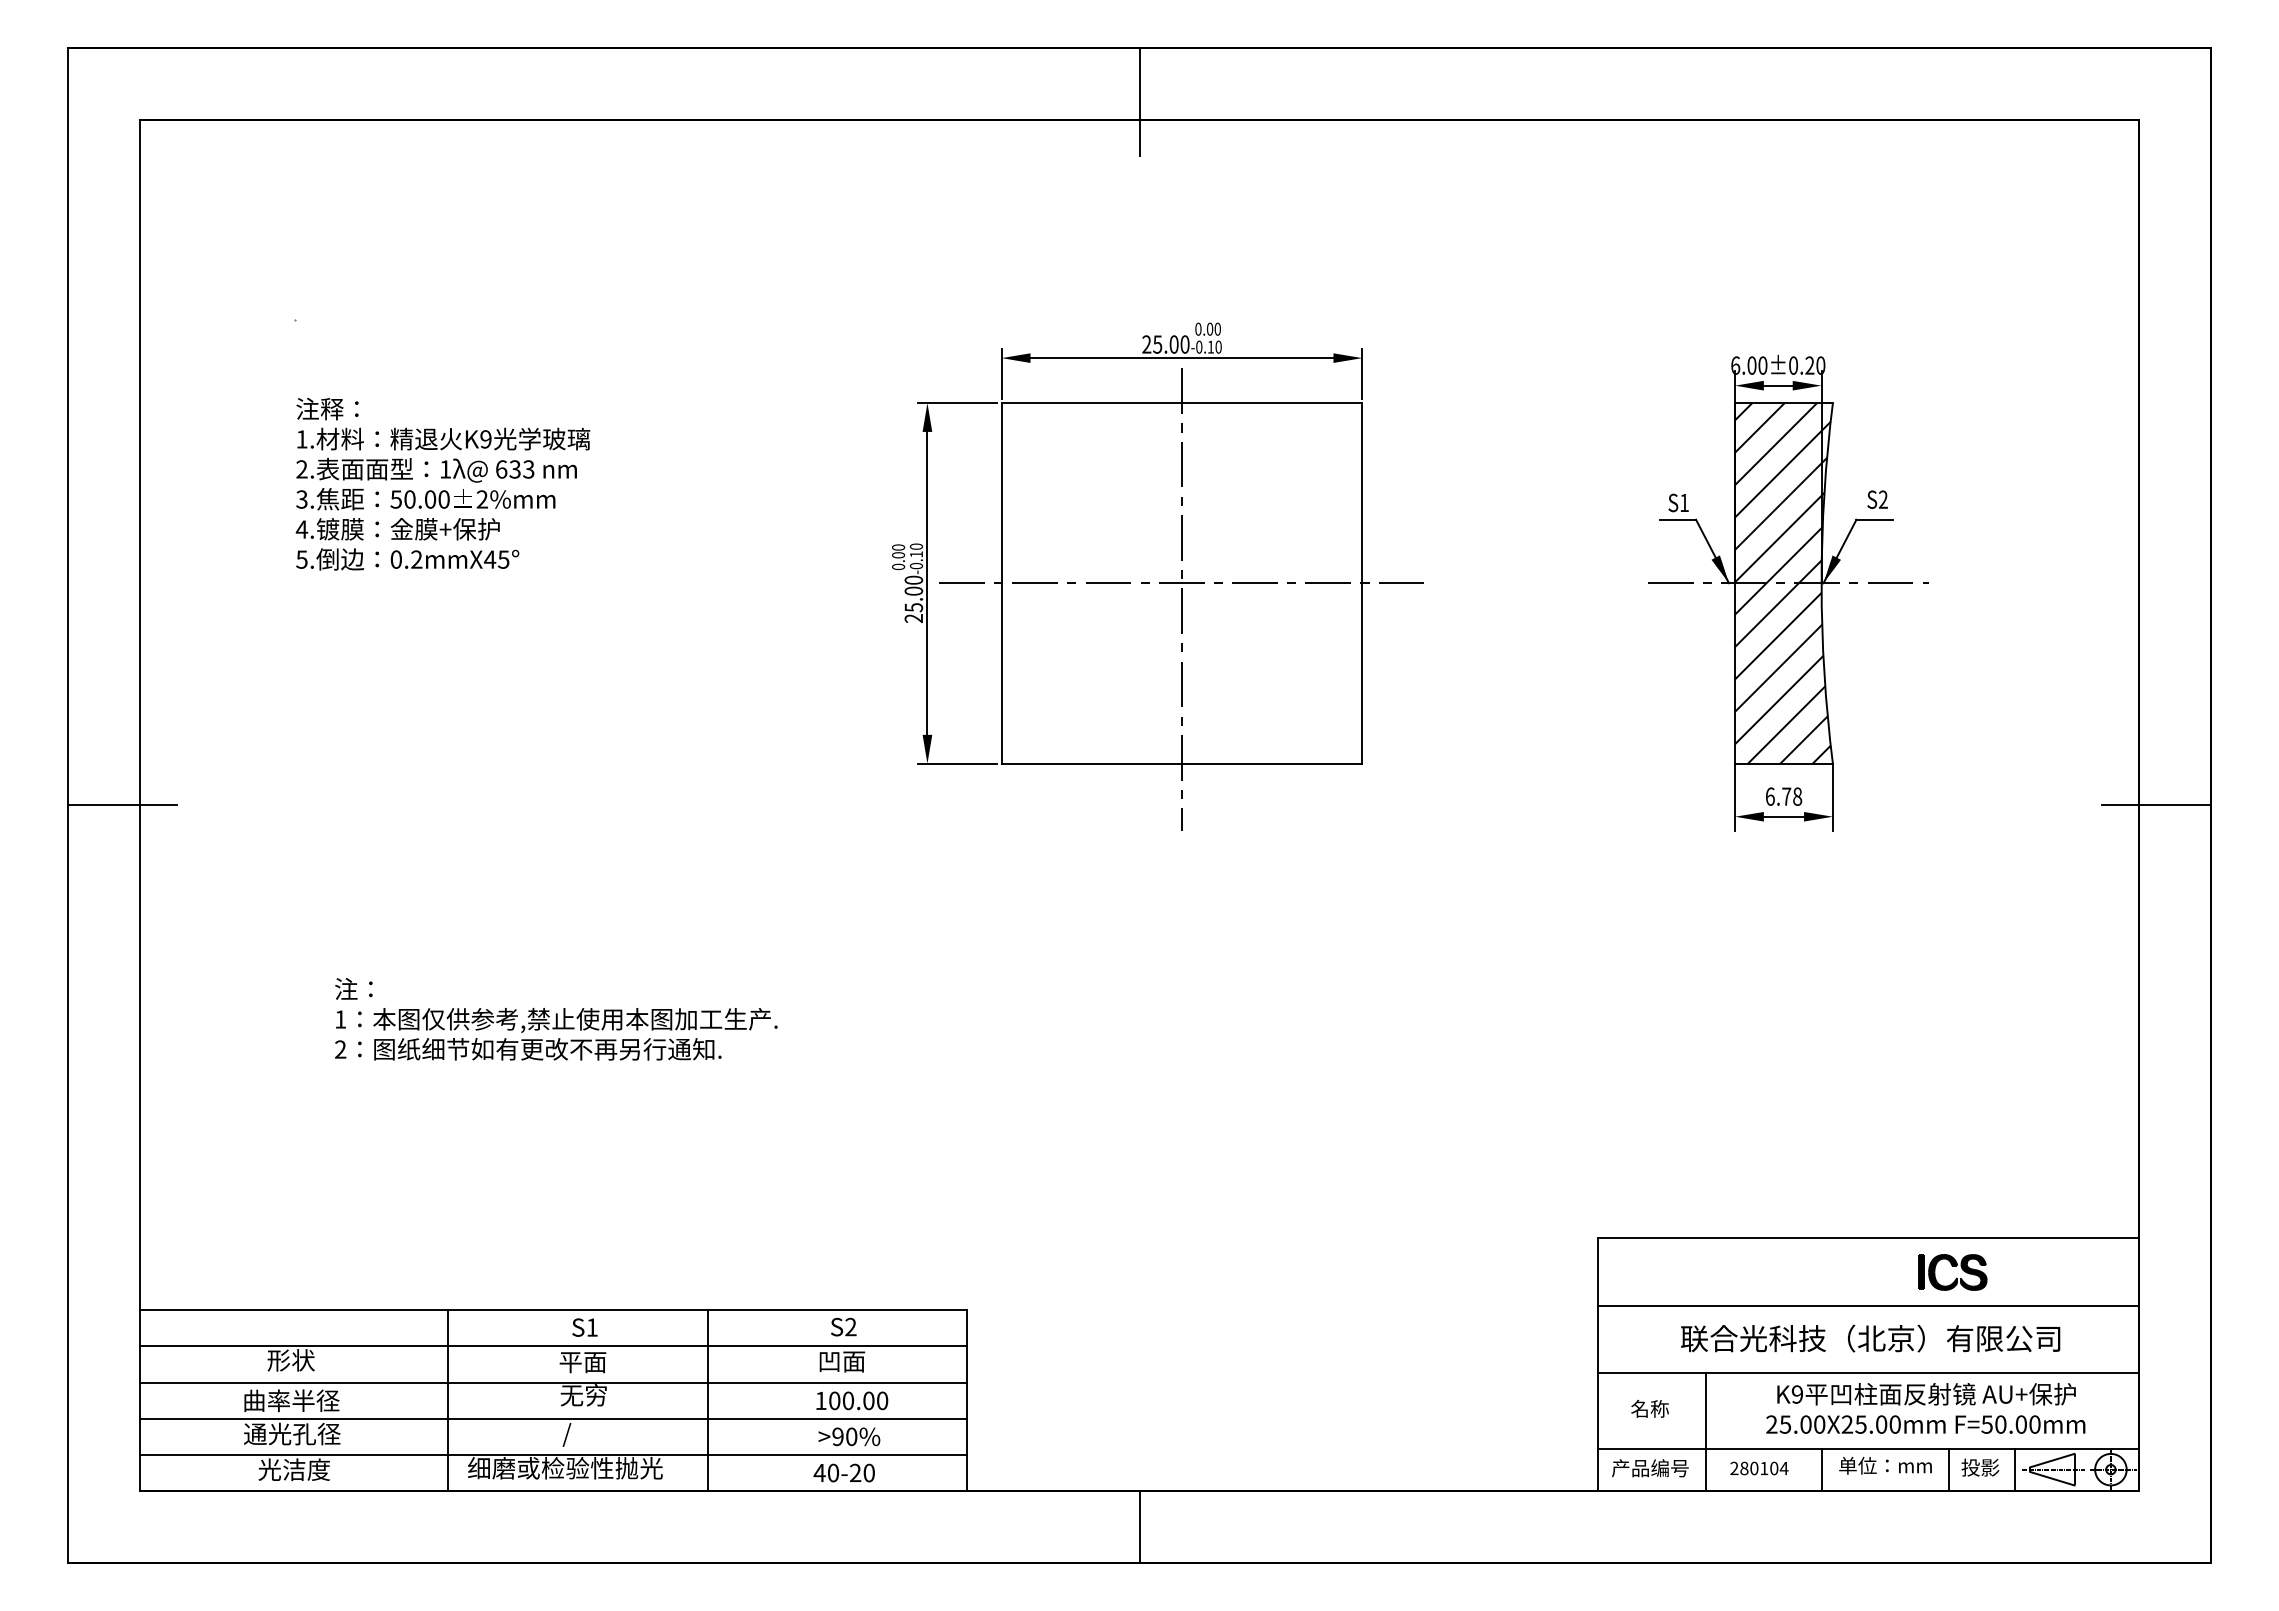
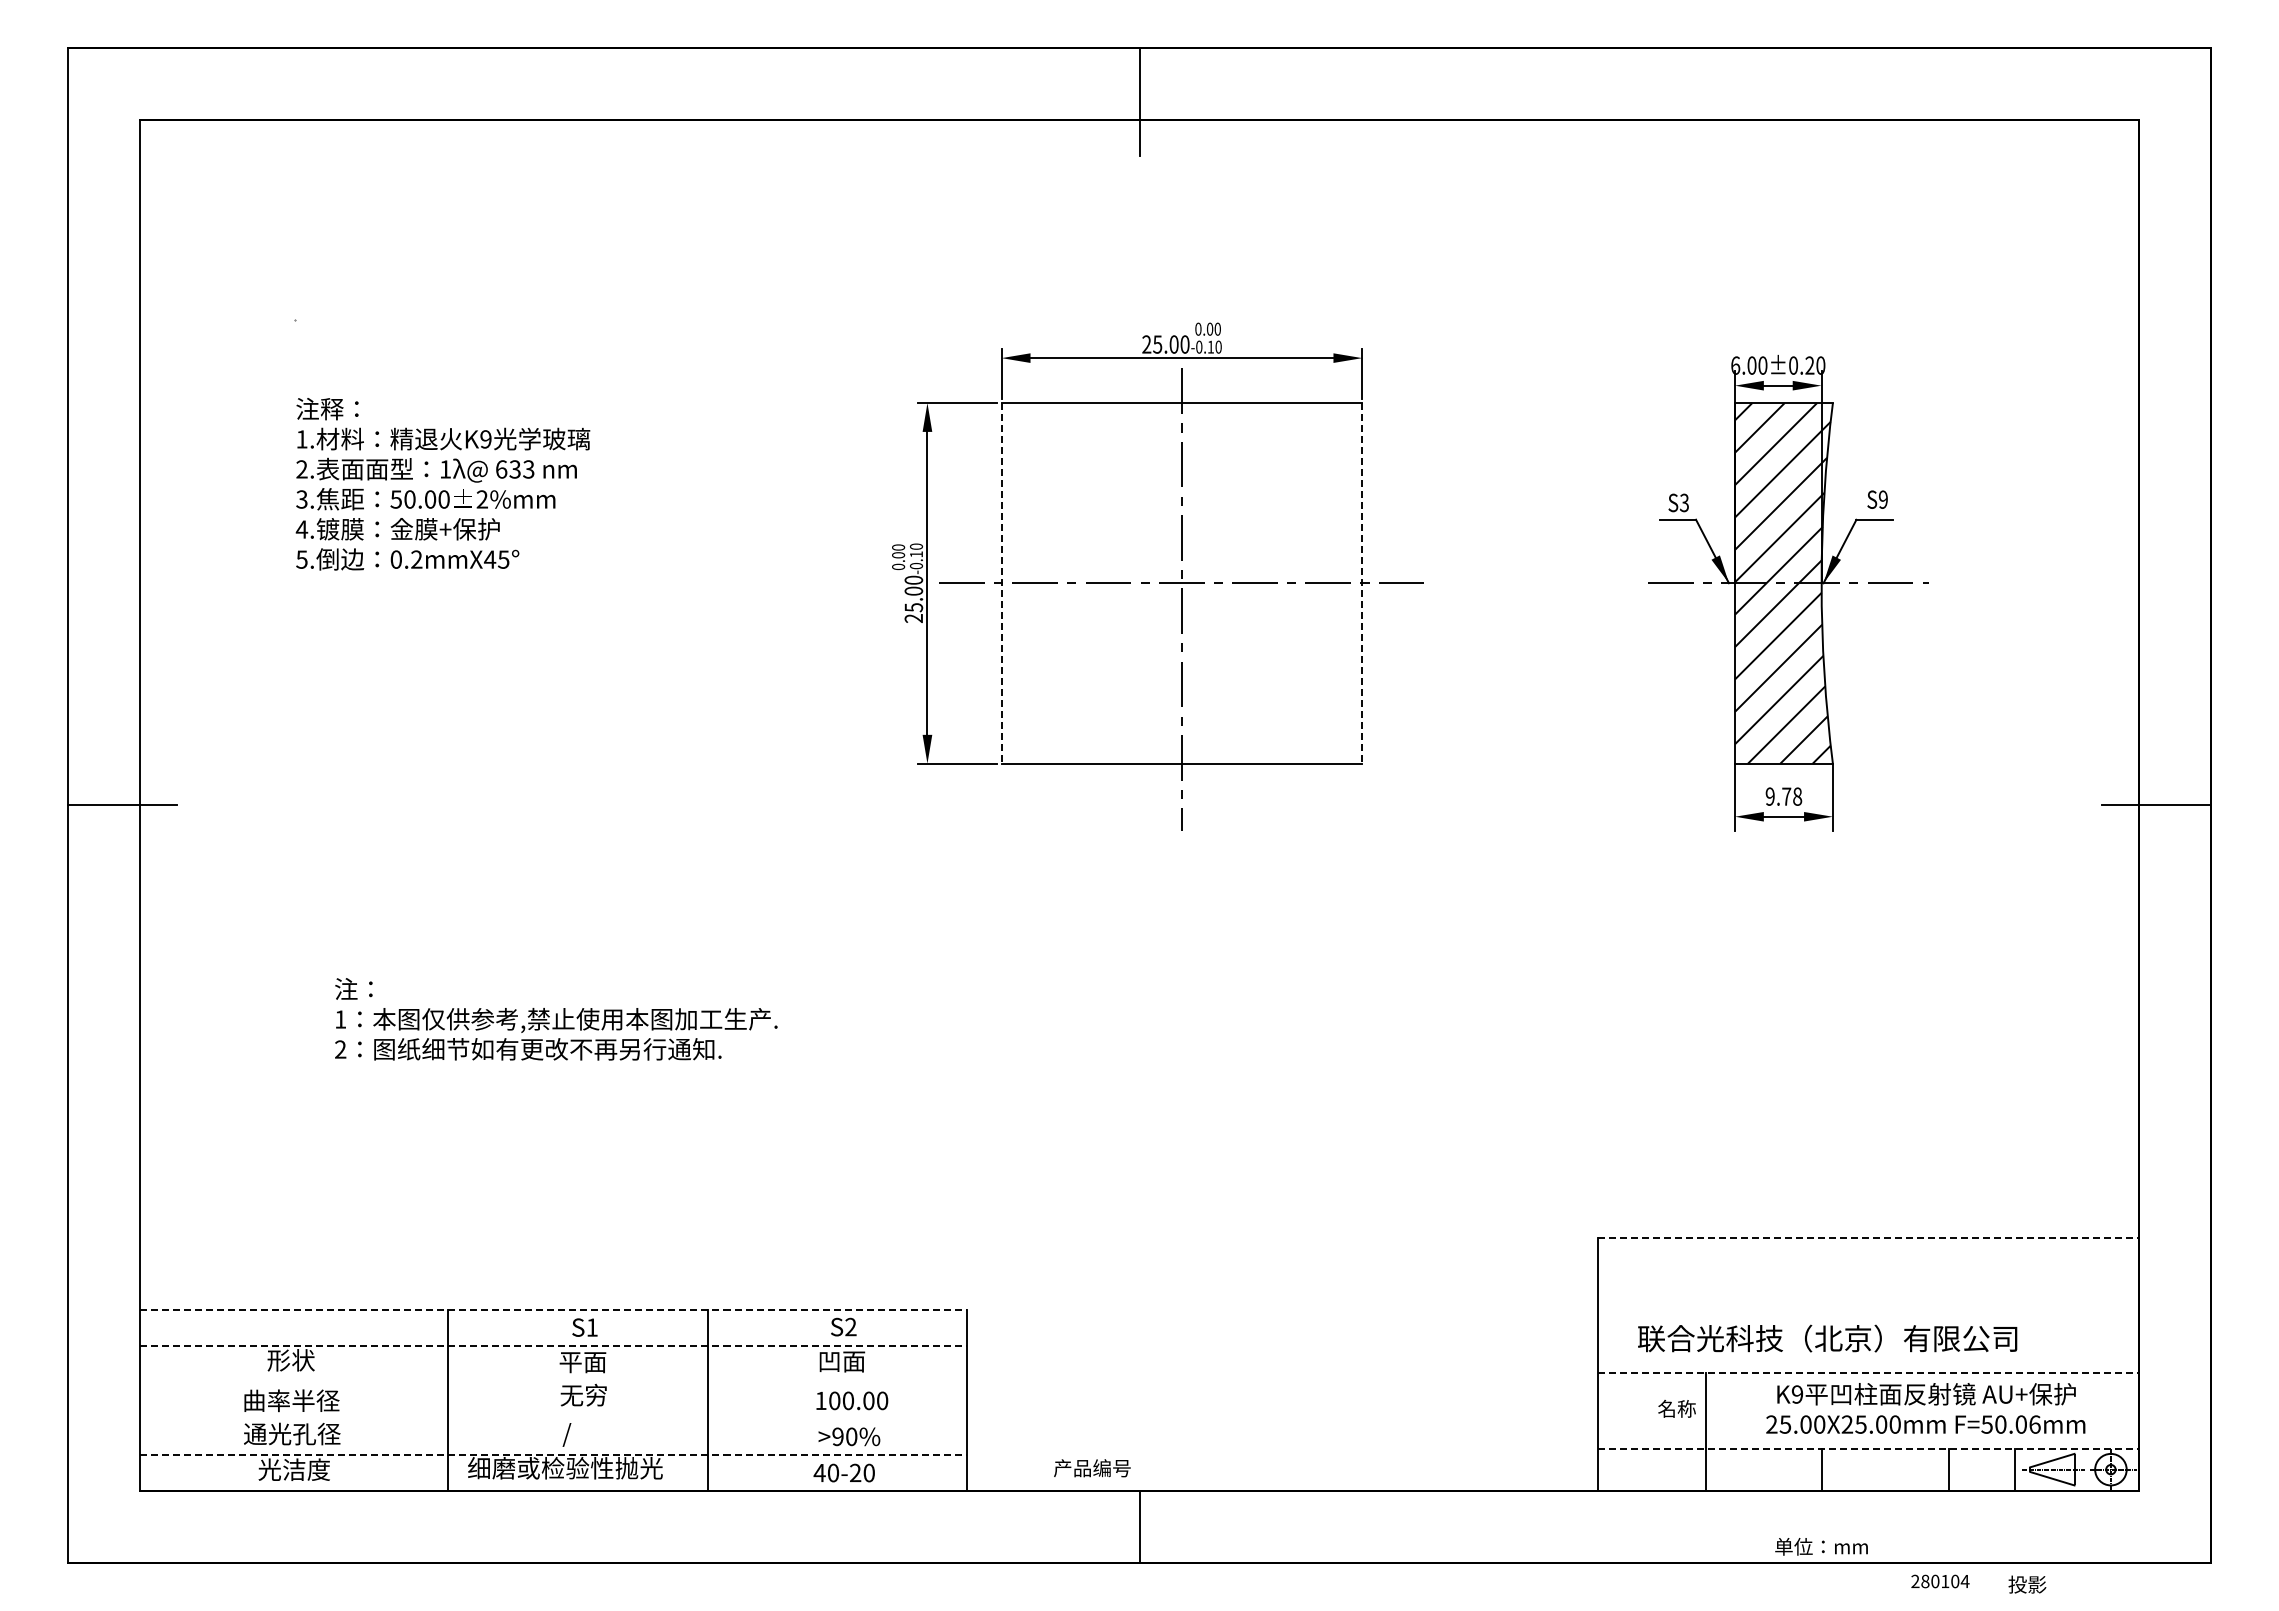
text at (1882, 499): S2 -> S9
text at (1683, 502): S1 -> S3
line at (1001, 583): solid -> dashed
line at (1362, 583): solid -> dashed
text at (1769, 796): 6.78 -> 9.78
line at (1868, 1238): solid -> dashed
part at (1952, 1272): present -> none
line at (1867, 1305): present -> none
line at (554, 1310): solid -> dashed
text at (1870, 1338) position: (1870, 1338) -> (1827, 1338)
line at (554, 1346): solid -> dashed
line at (1868, 1372): solid -> dashed
line at (553, 1382): present -> none
text at (1649, 1408) position: (1649, 1408) -> (1676, 1408)
line at (553, 1418): present -> none
text at (2034, 1424): F=50.00mm -> F=50.06mm
line at (1868, 1448): solid -> dashed
line at (554, 1454): solid -> dashed
text at (1885, 1465) position: (1885, 1465) -> (1821, 1546)
text at (1980, 1467) position: (1980, 1467) -> (2027, 1584)
text at (1650, 1468) position: (1650, 1468) -> (1092, 1468)
text at (1759, 1468) position: (1759, 1468) -> (1940, 1581)
